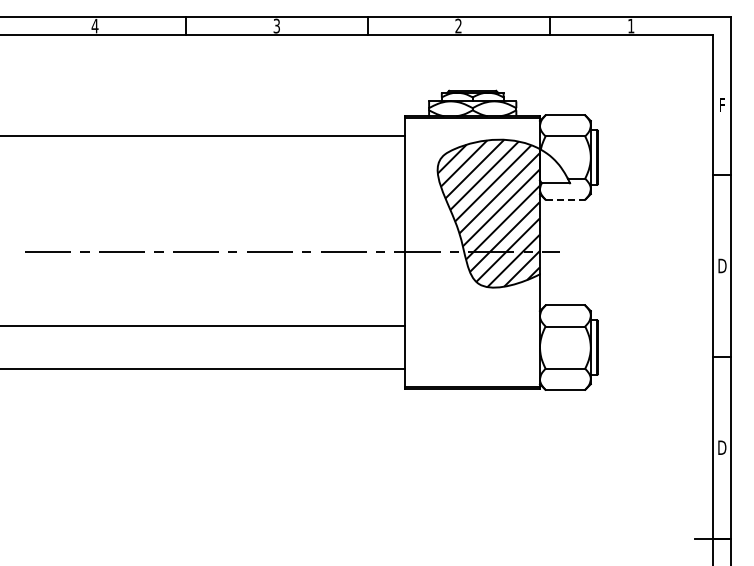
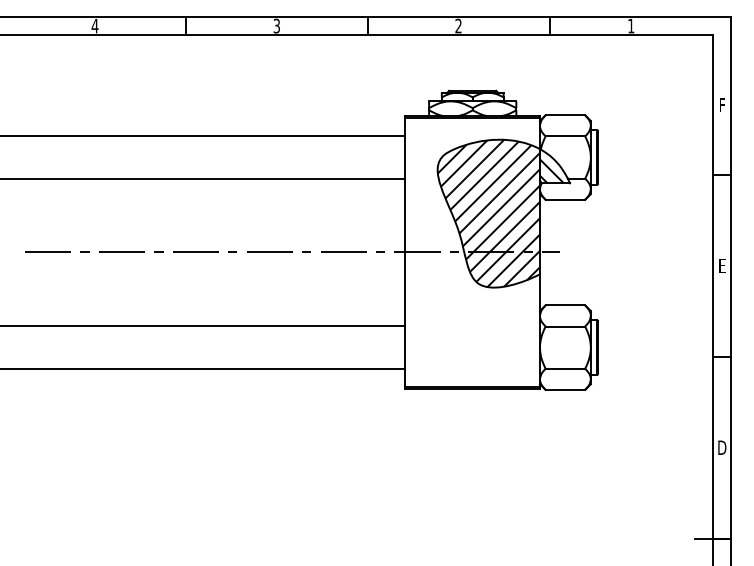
hatch at (551, 171): none -> present
line at (203, 179): none -> present
line at (565, 199): dashed -> solid
text at (722, 265): D -> E
